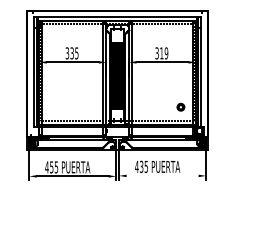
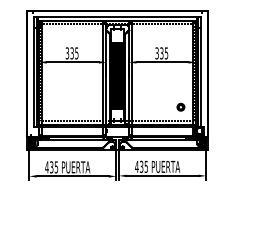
text at (164, 53): 319 -> 335
text at (51, 166): 455 -> 435
line at (162, 175): none -> present
